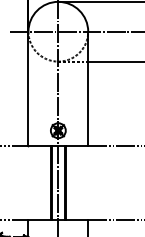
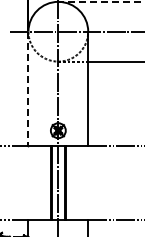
line at (101, 1): solid -> dashed
line at (28, 88): solid -> dashed
